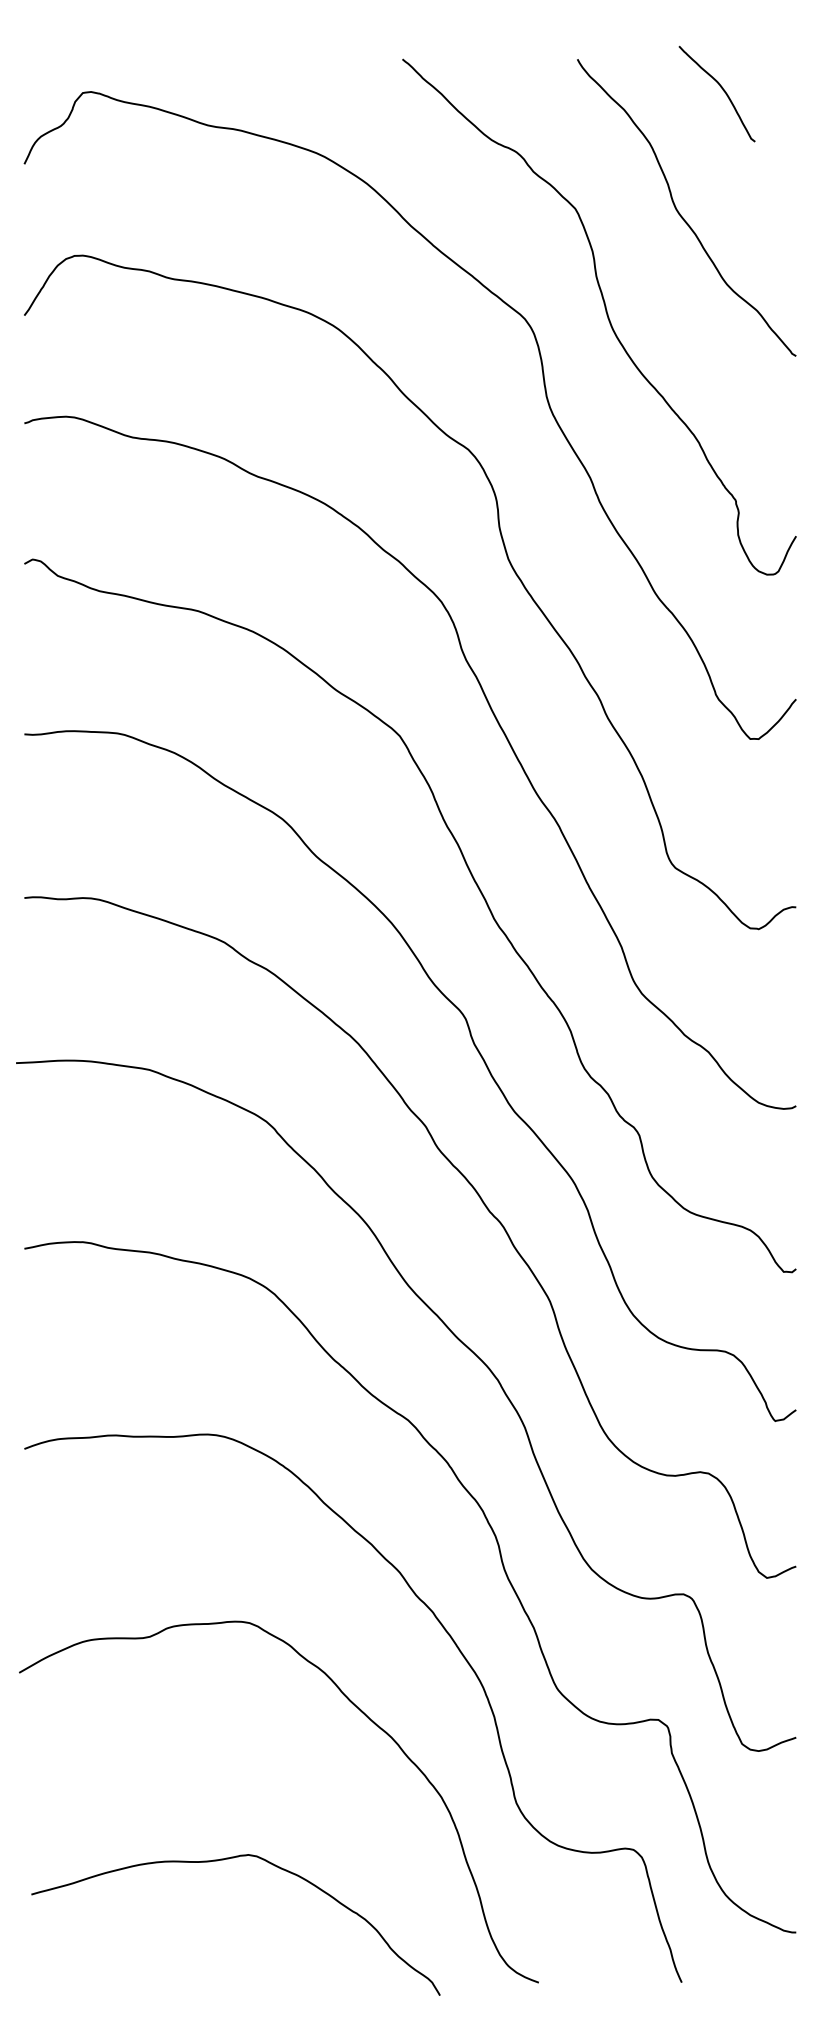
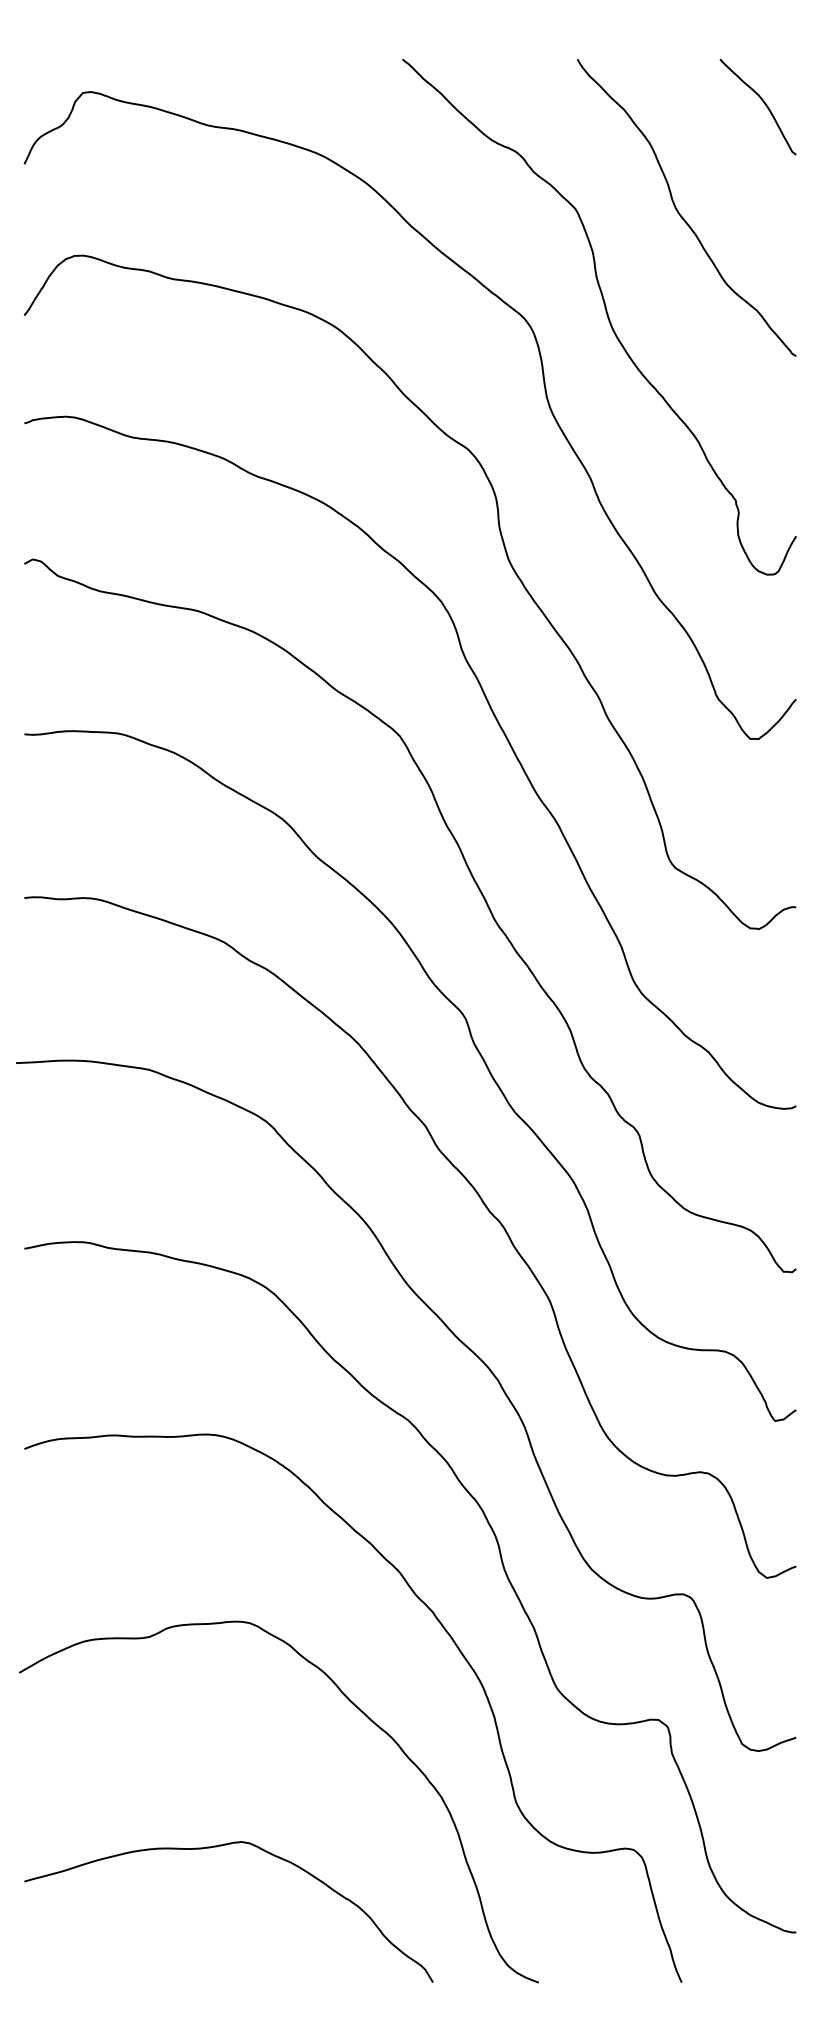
curve at (722, 90) position: (722, 90) -> (763, 103)
curve at (223, 1860) position: (223, 1860) -> (216, 1847)
